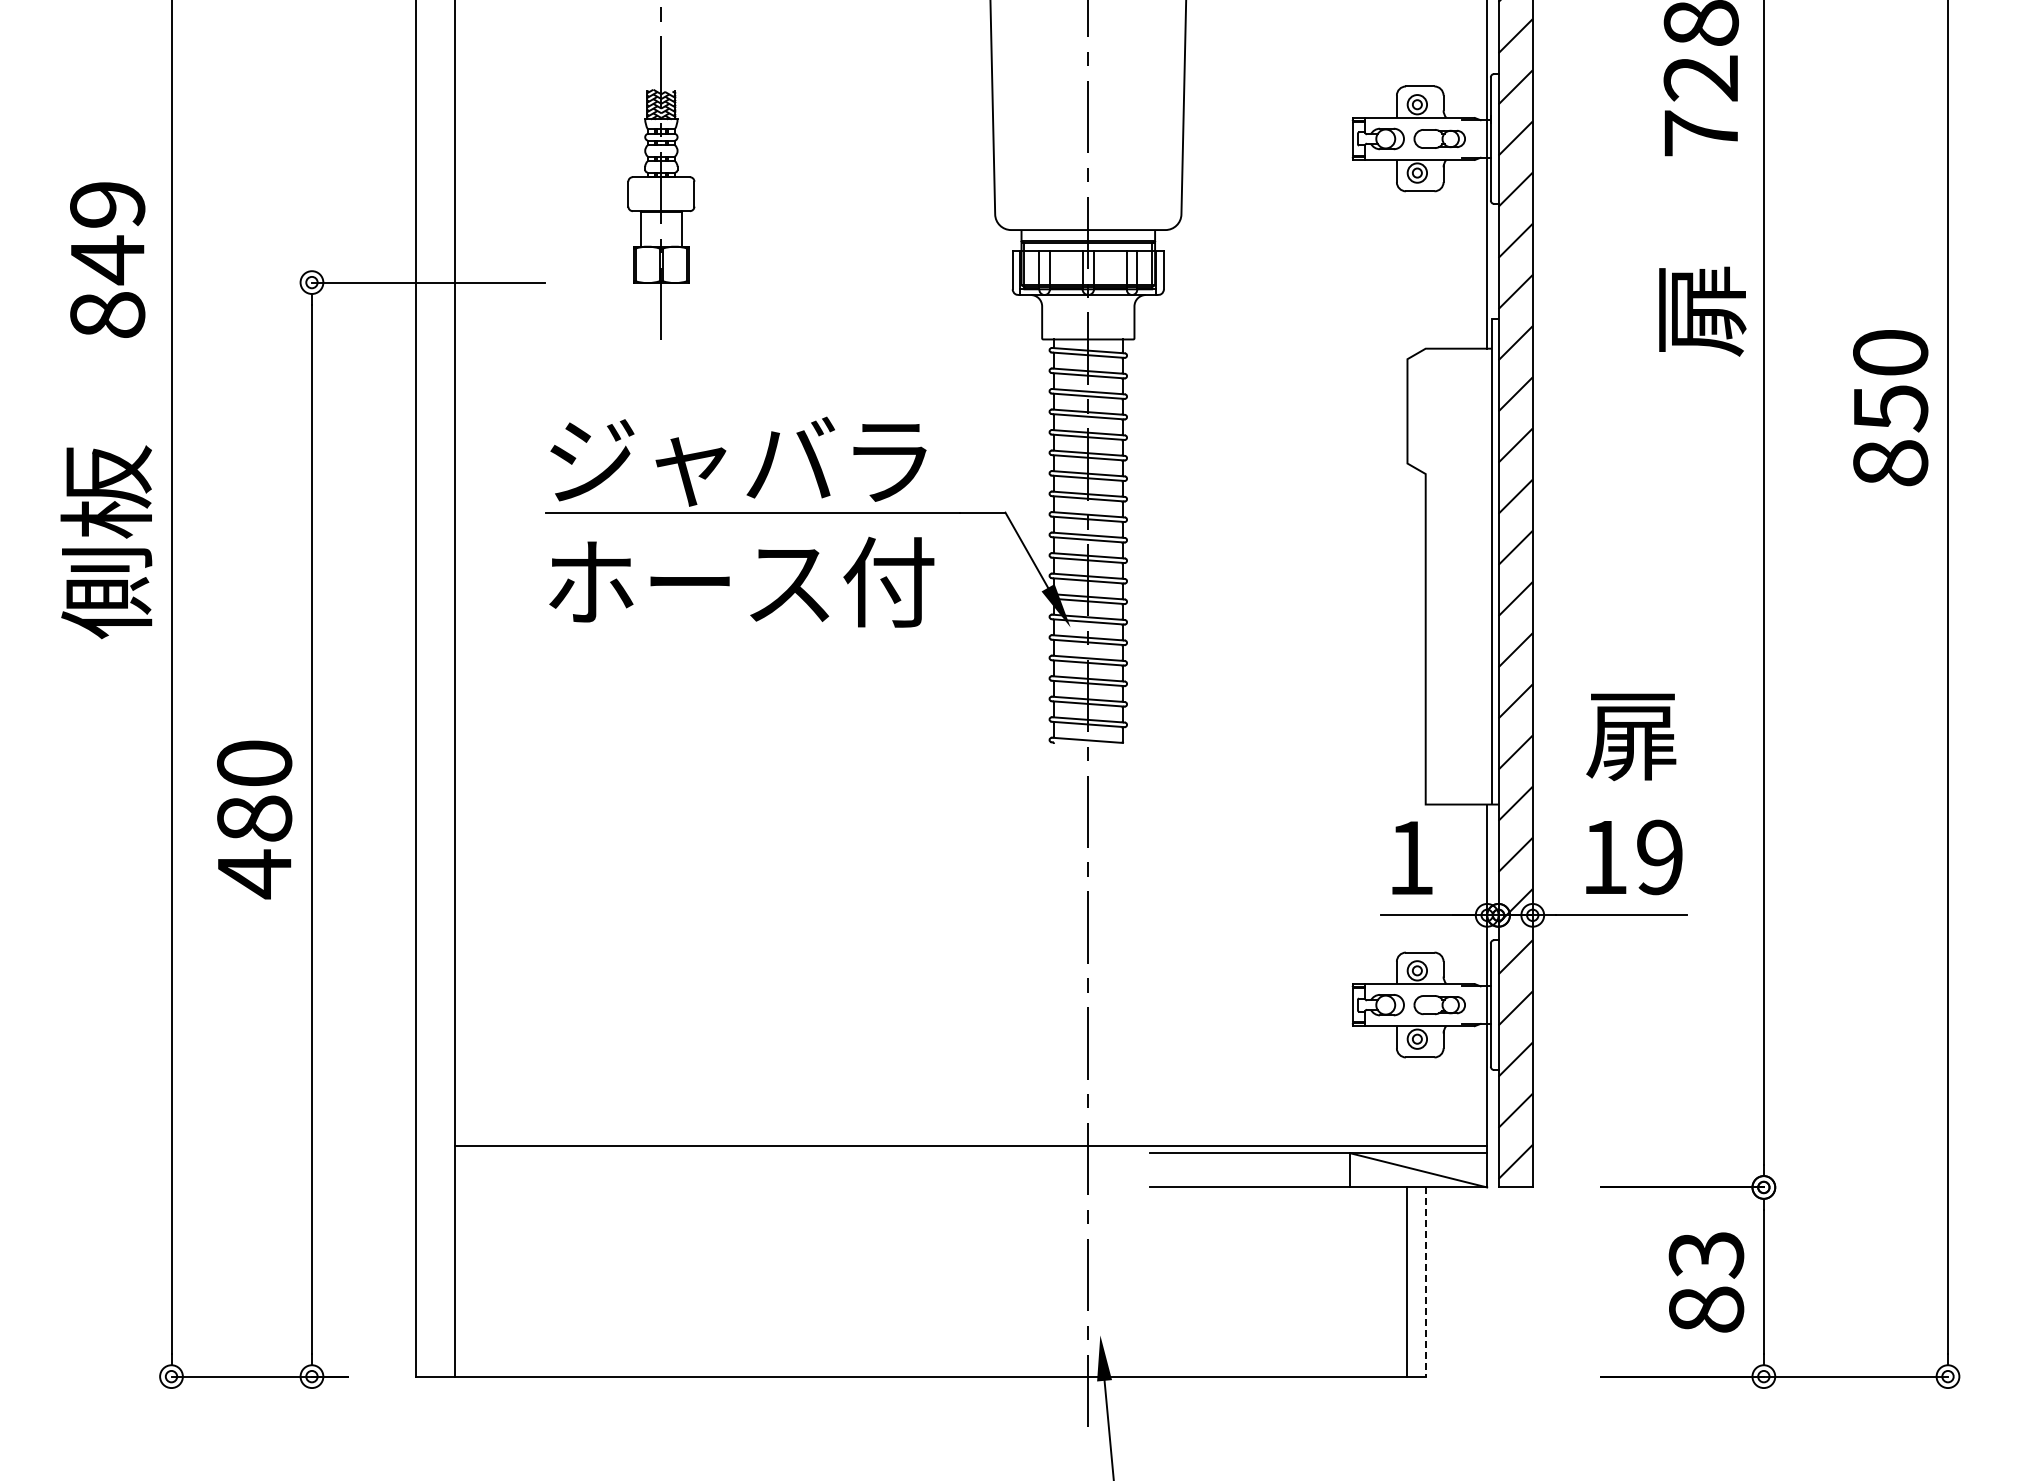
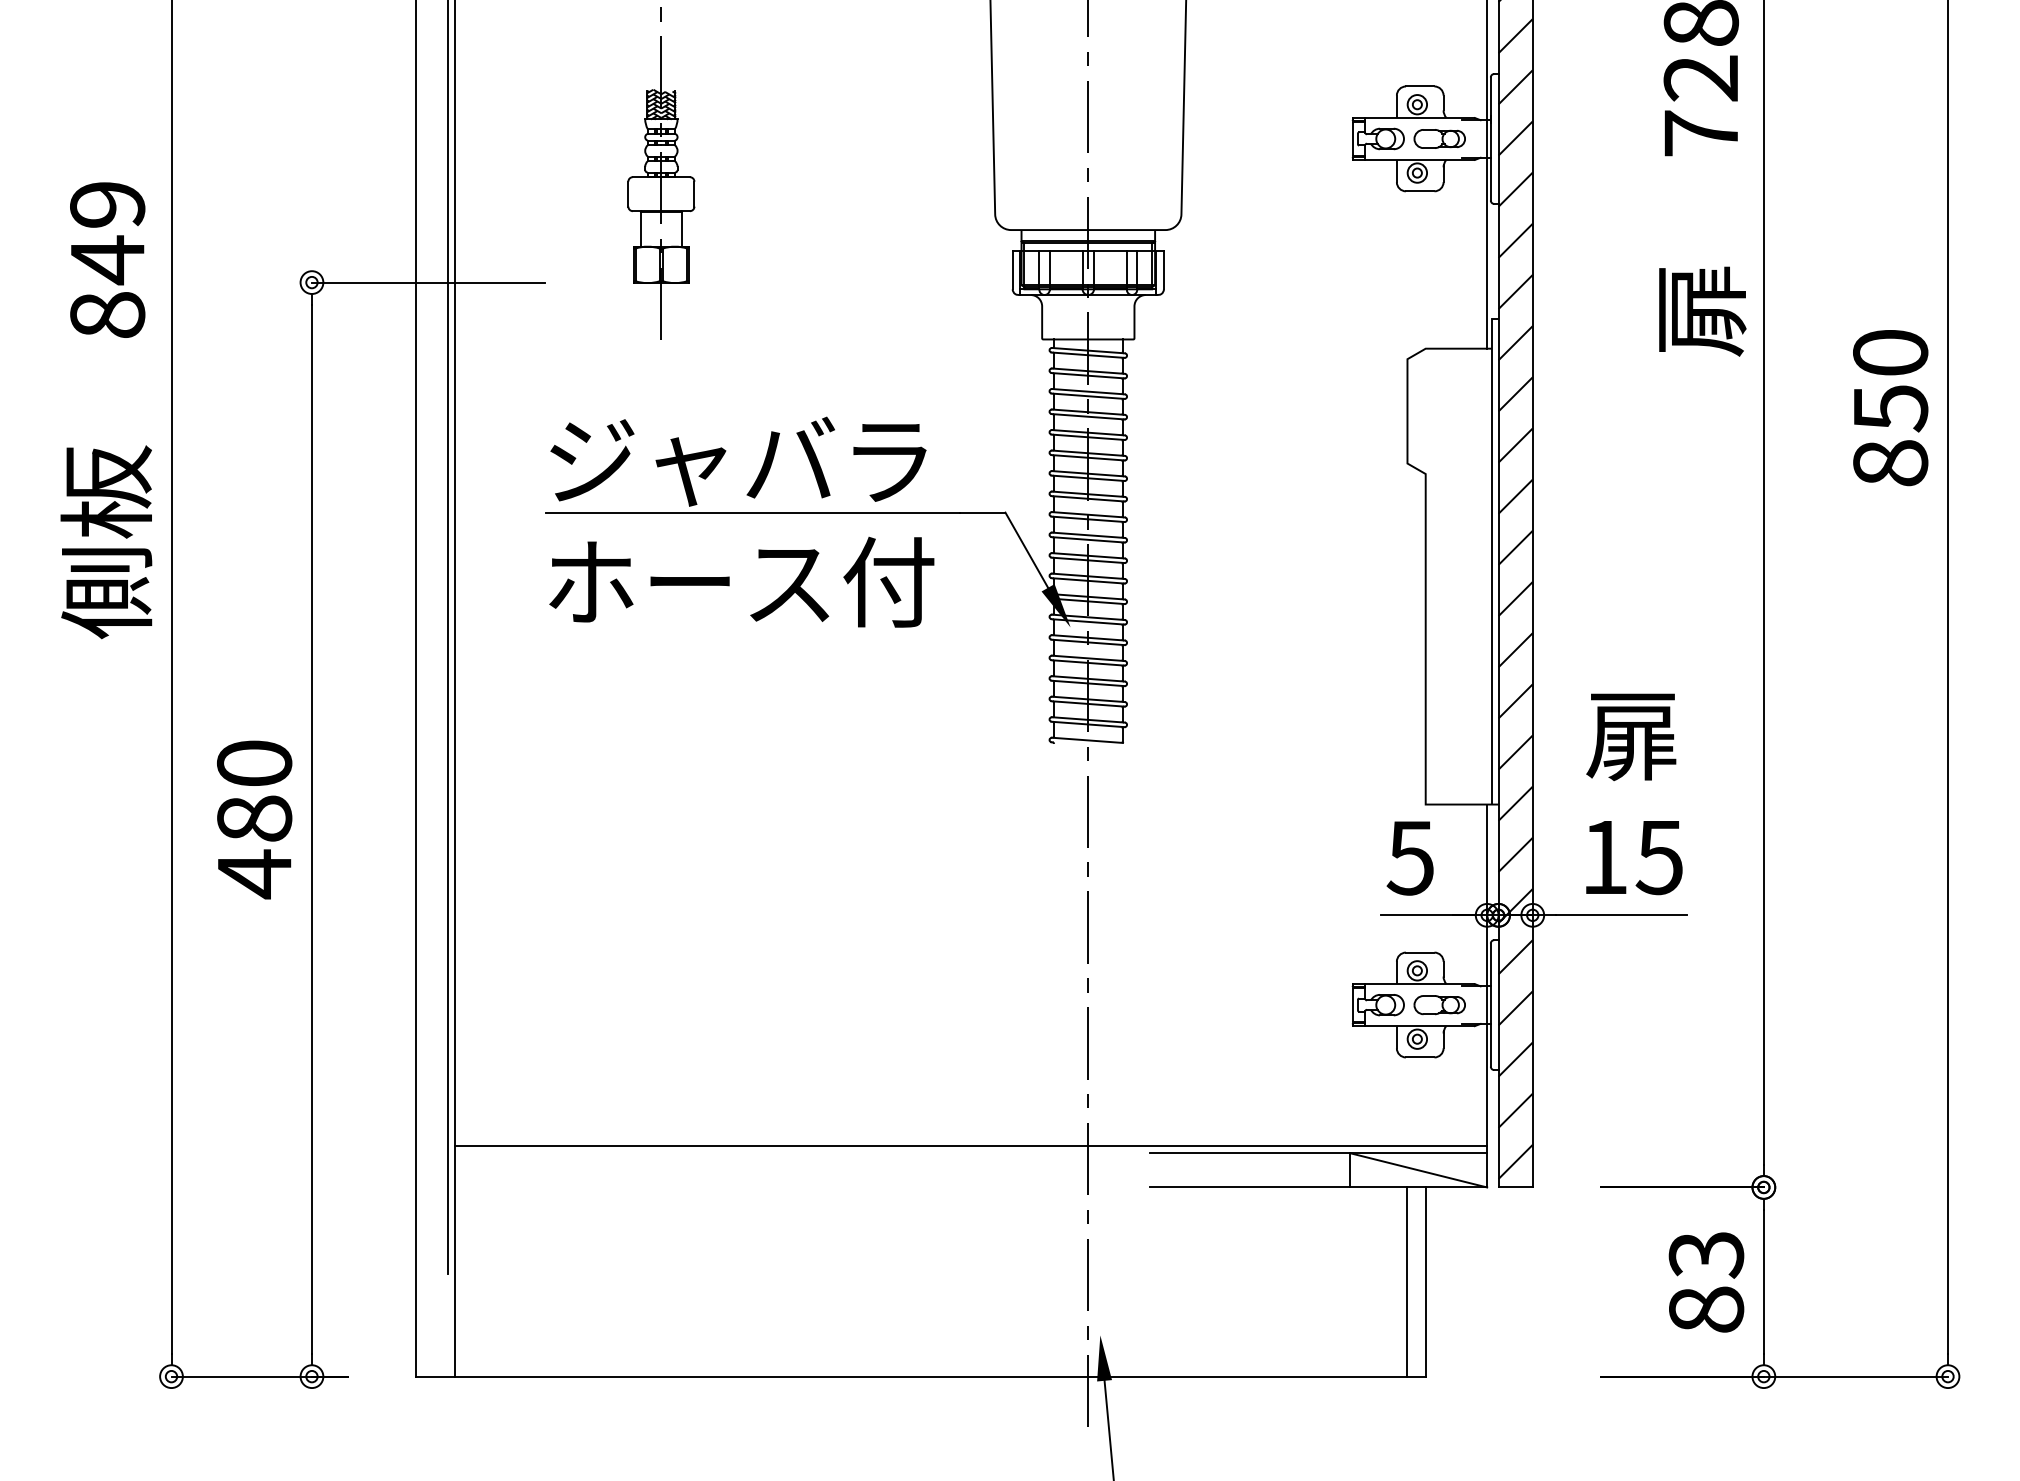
line at (447, 638): none -> present
text at (1658, 857): 19 -> 15
text at (1409, 858): 1 -> 5
line at (1425, 1282): dashed -> solid
